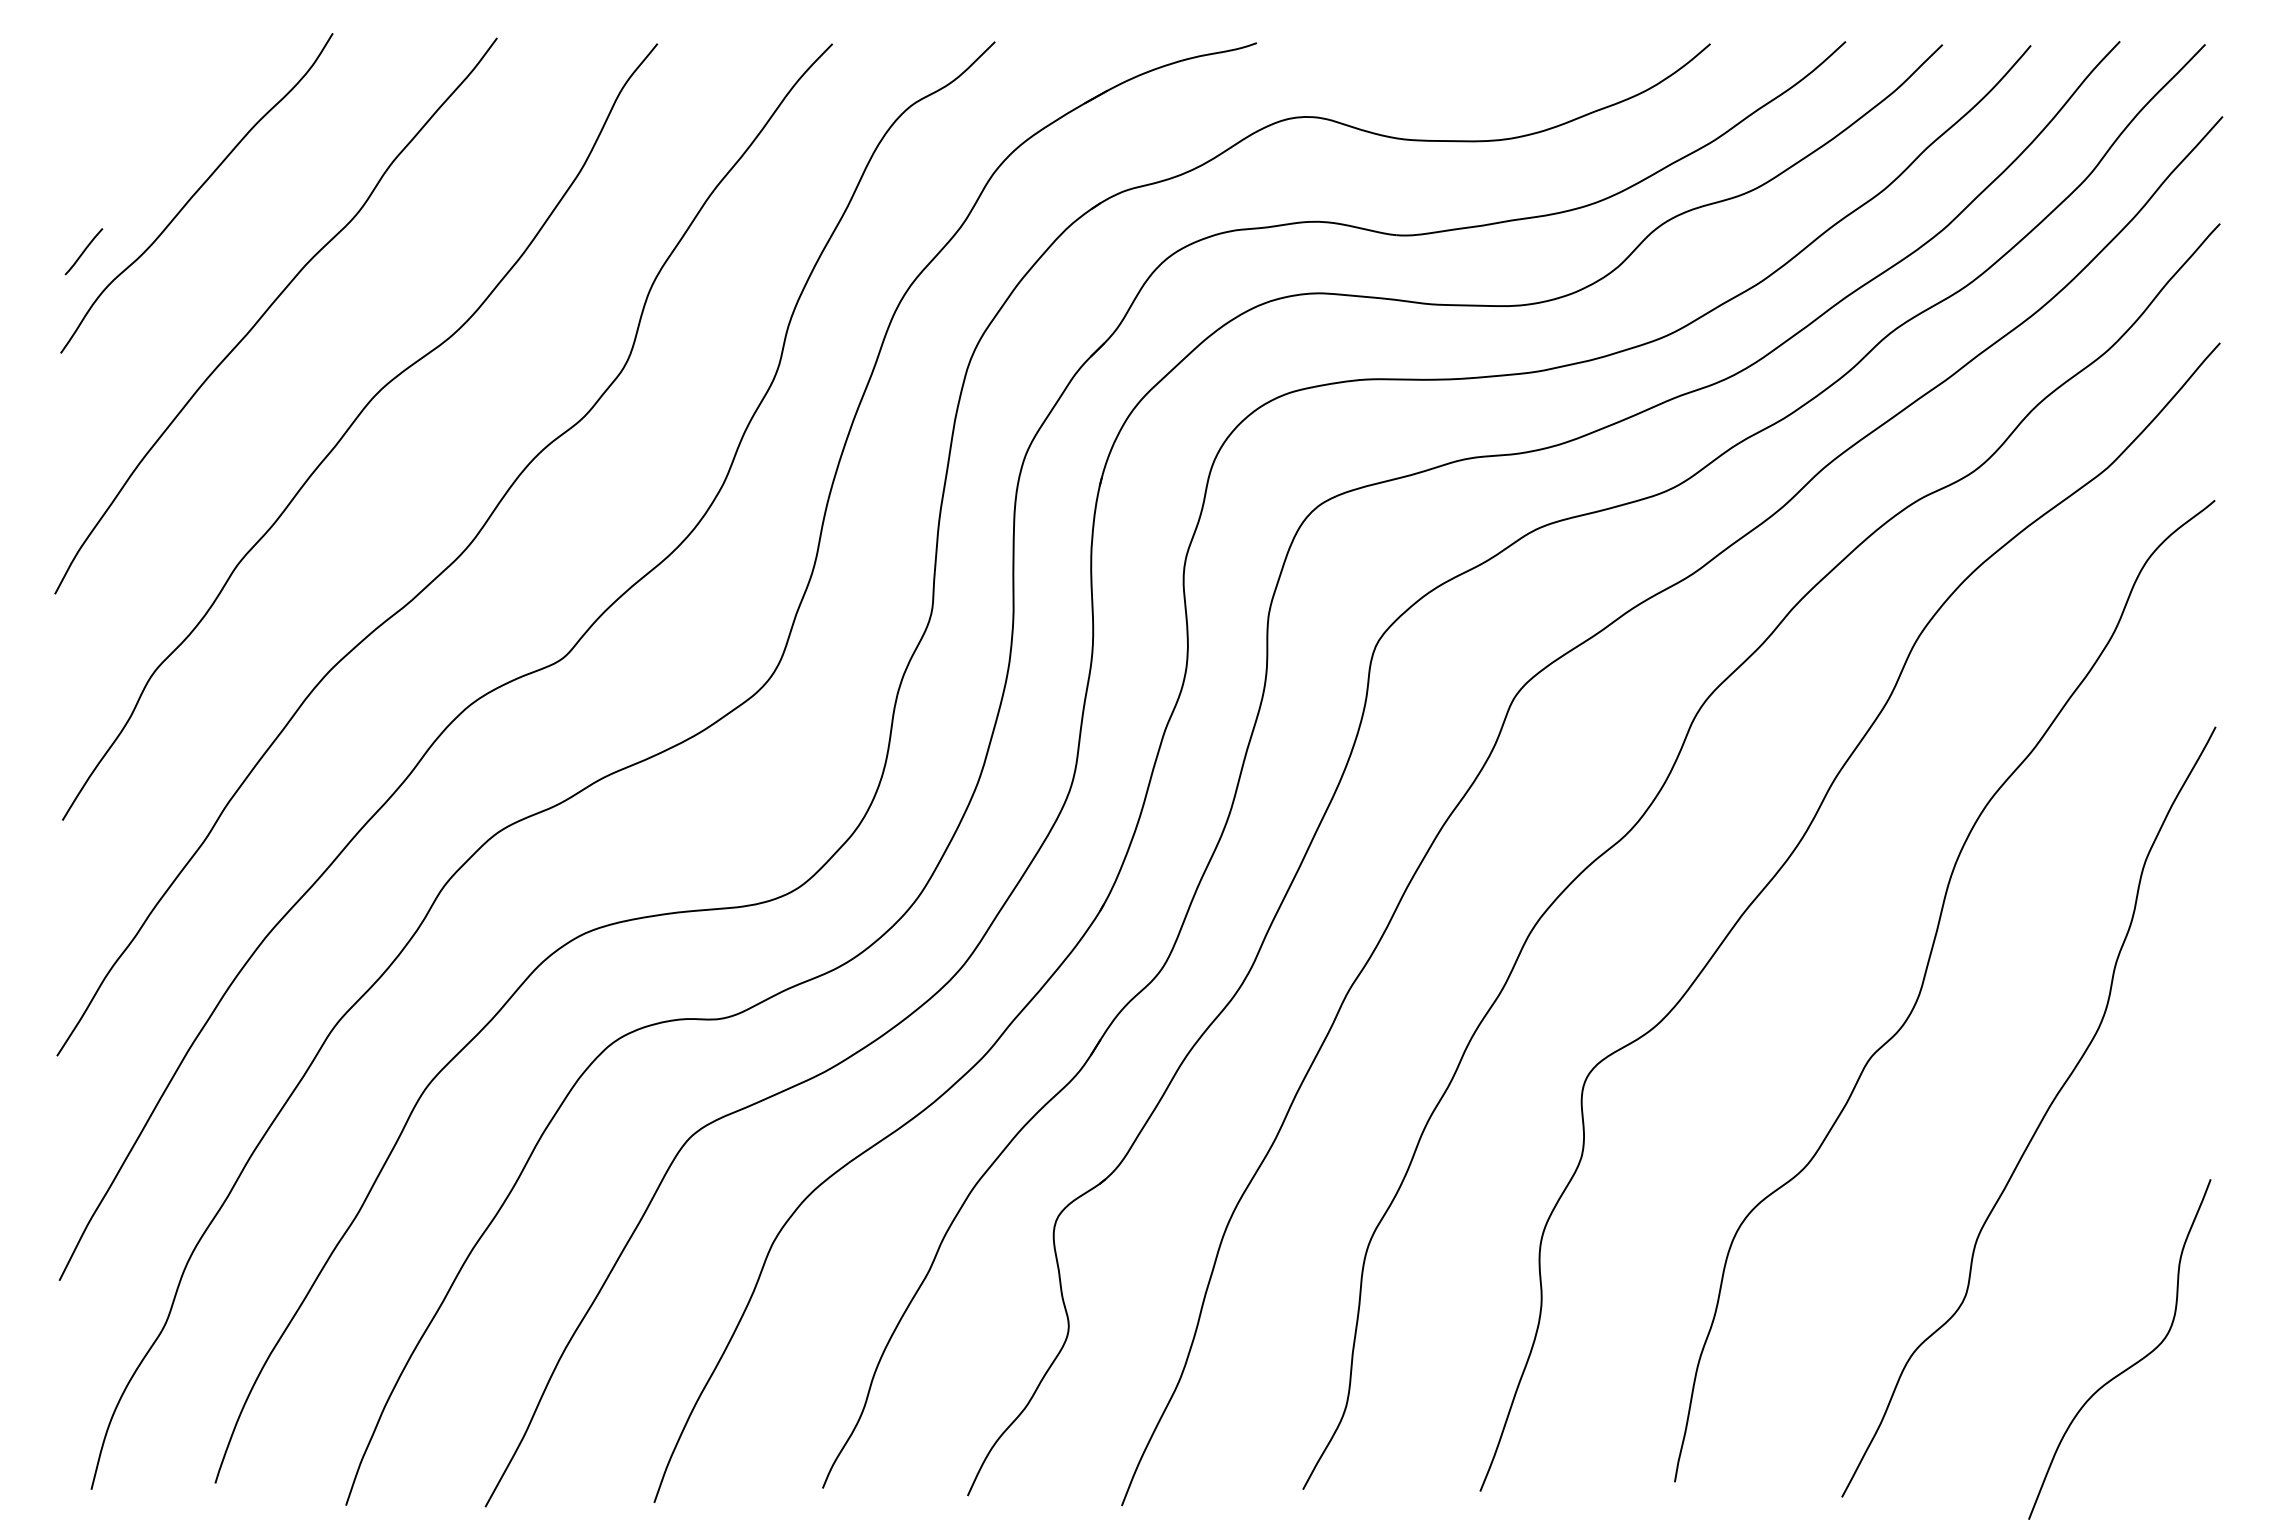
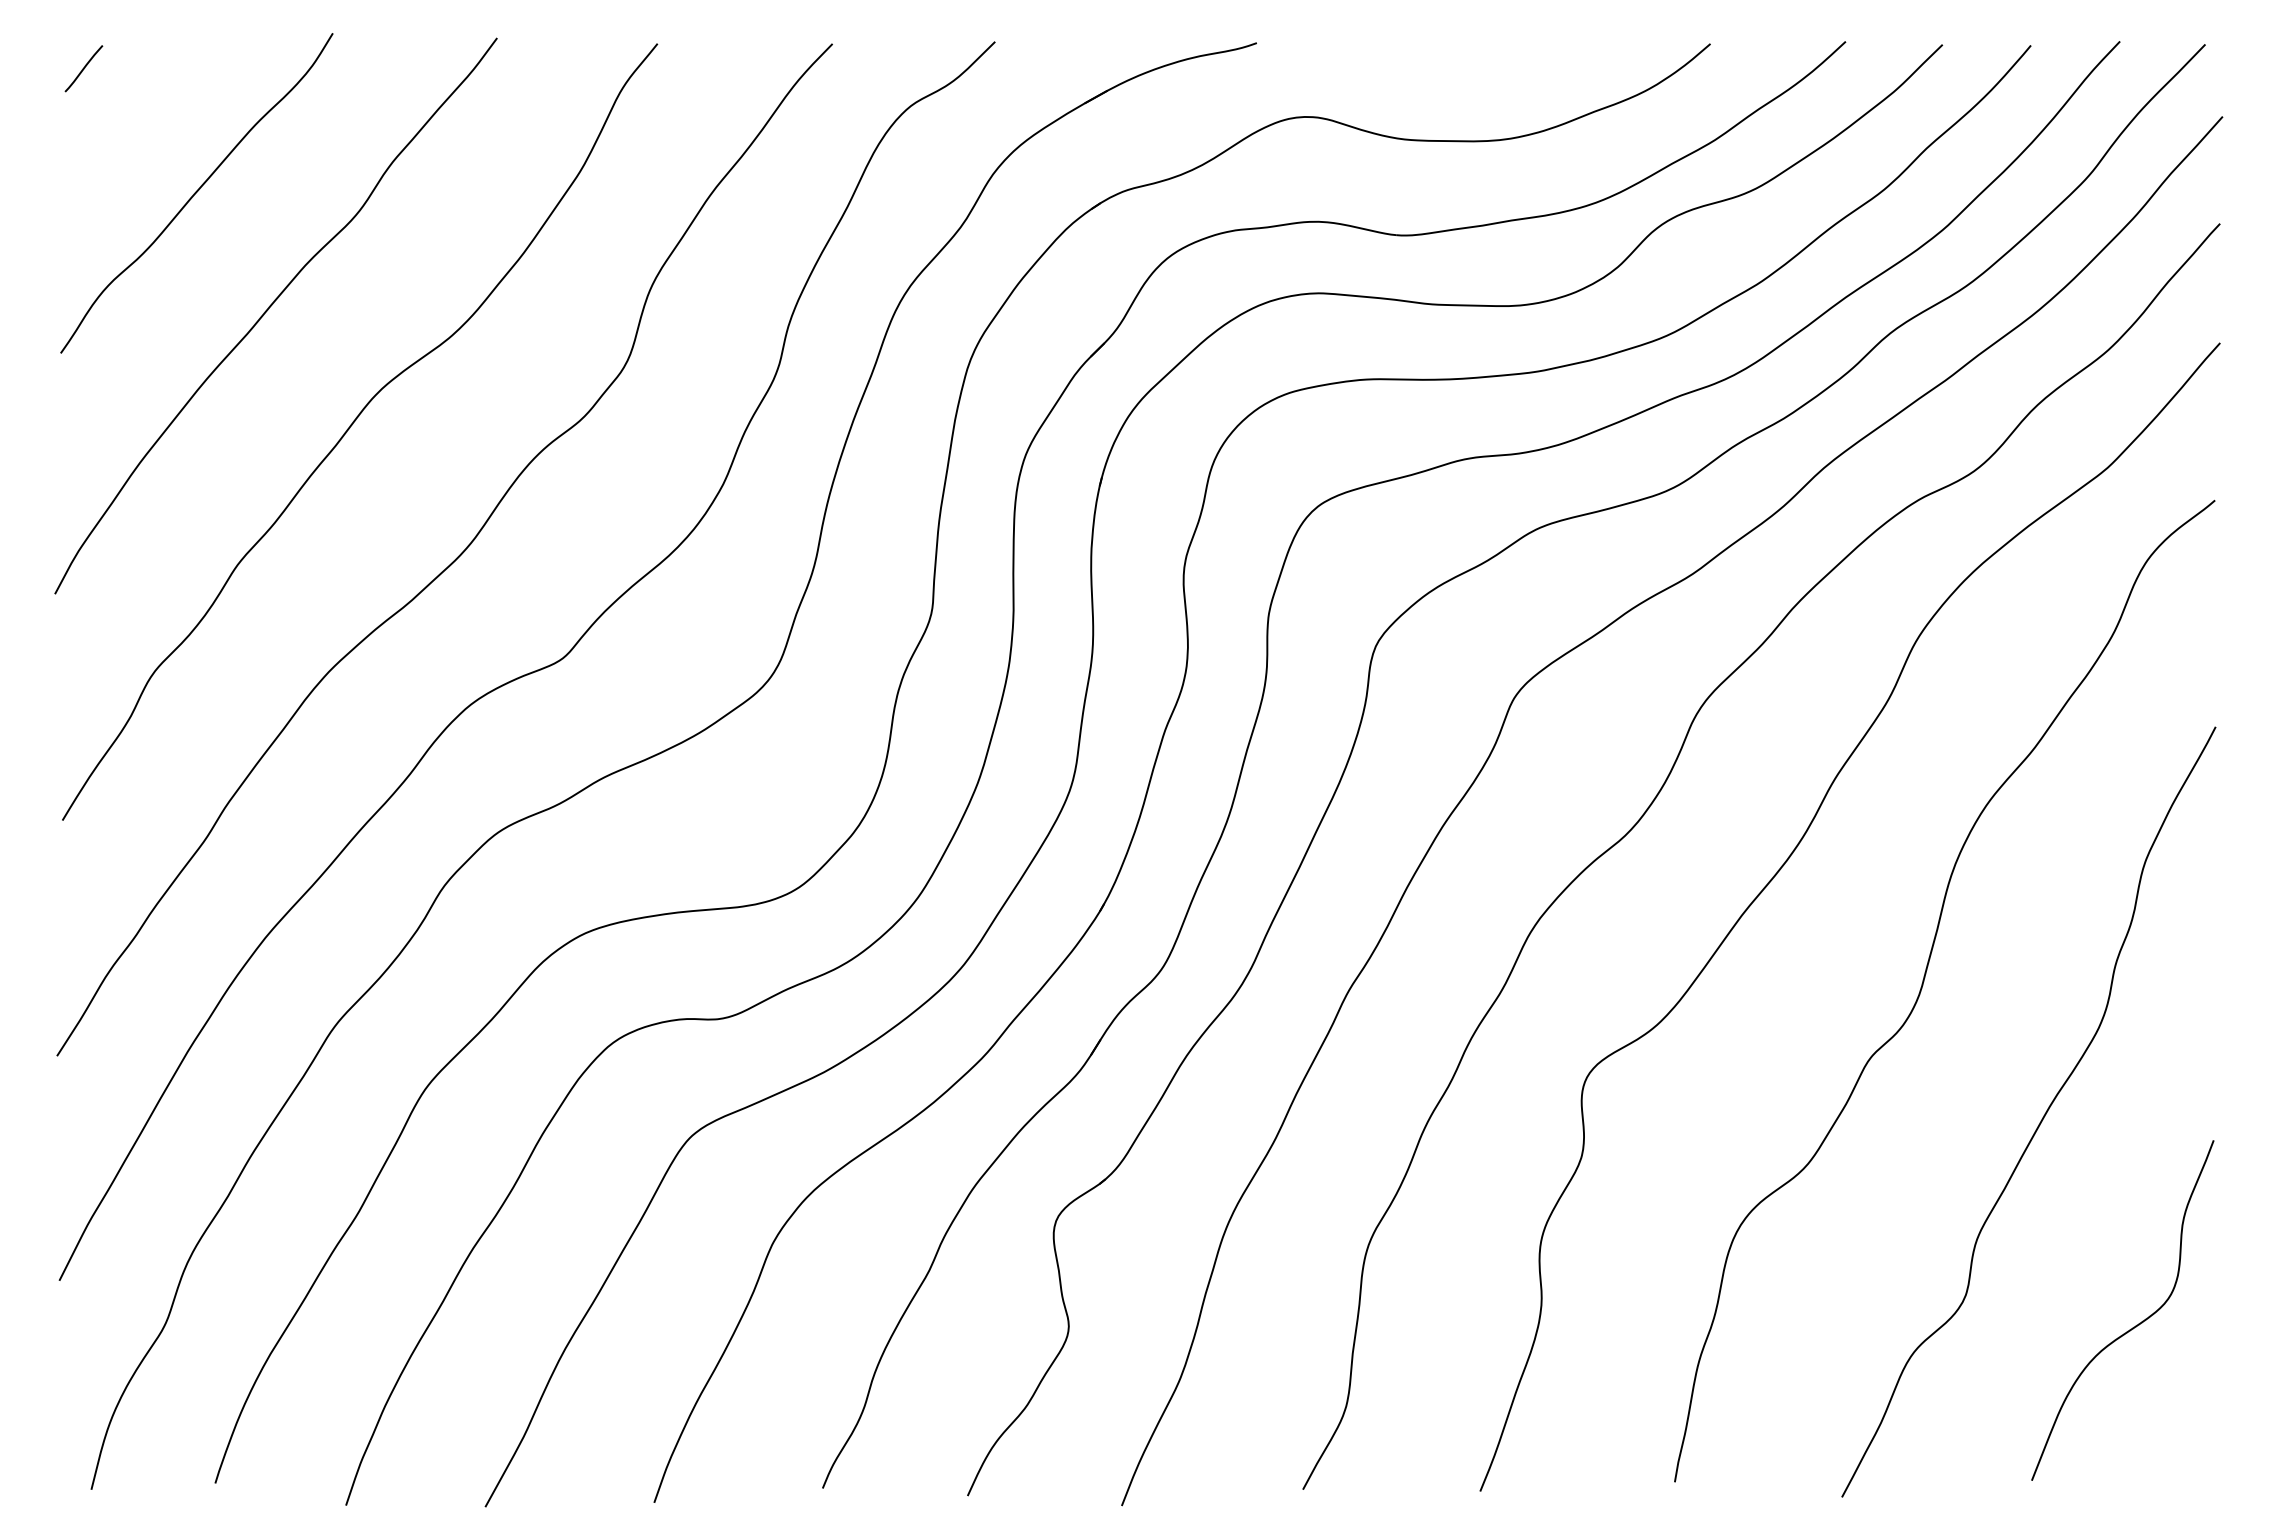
line at (83, 251) position: (83, 251) -> (83, 68)
curve at (2129, 1366) position: (2129, 1366) -> (2132, 1327)
